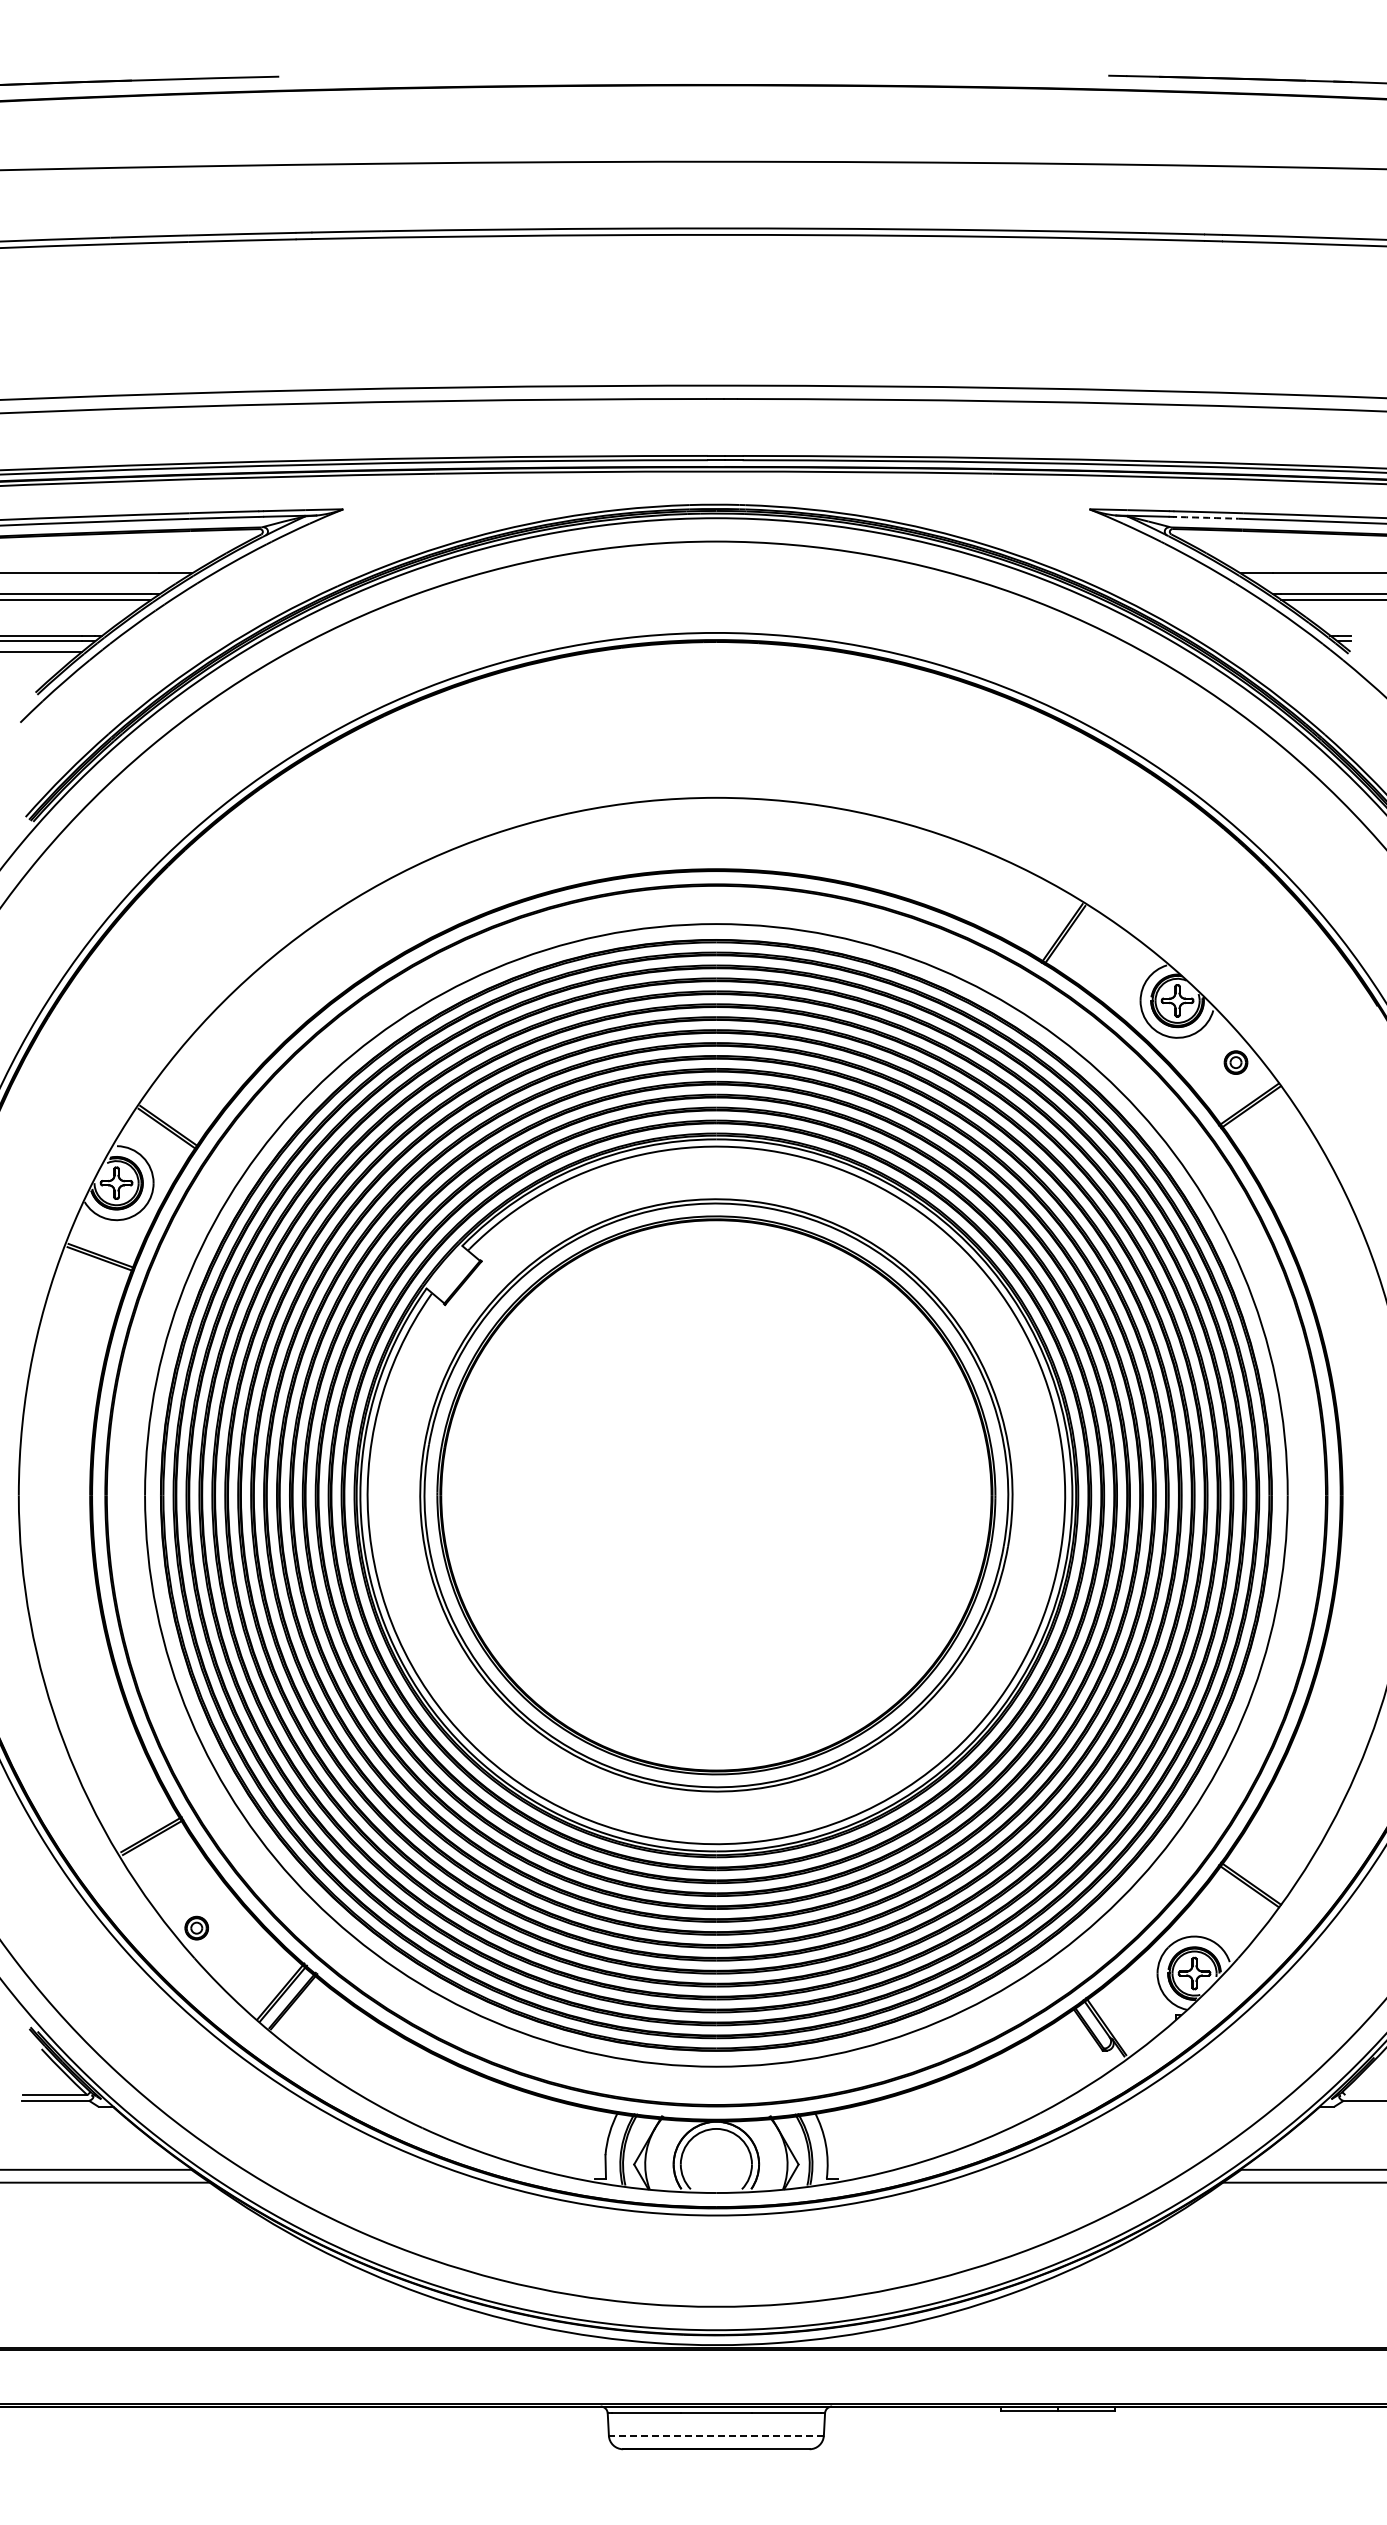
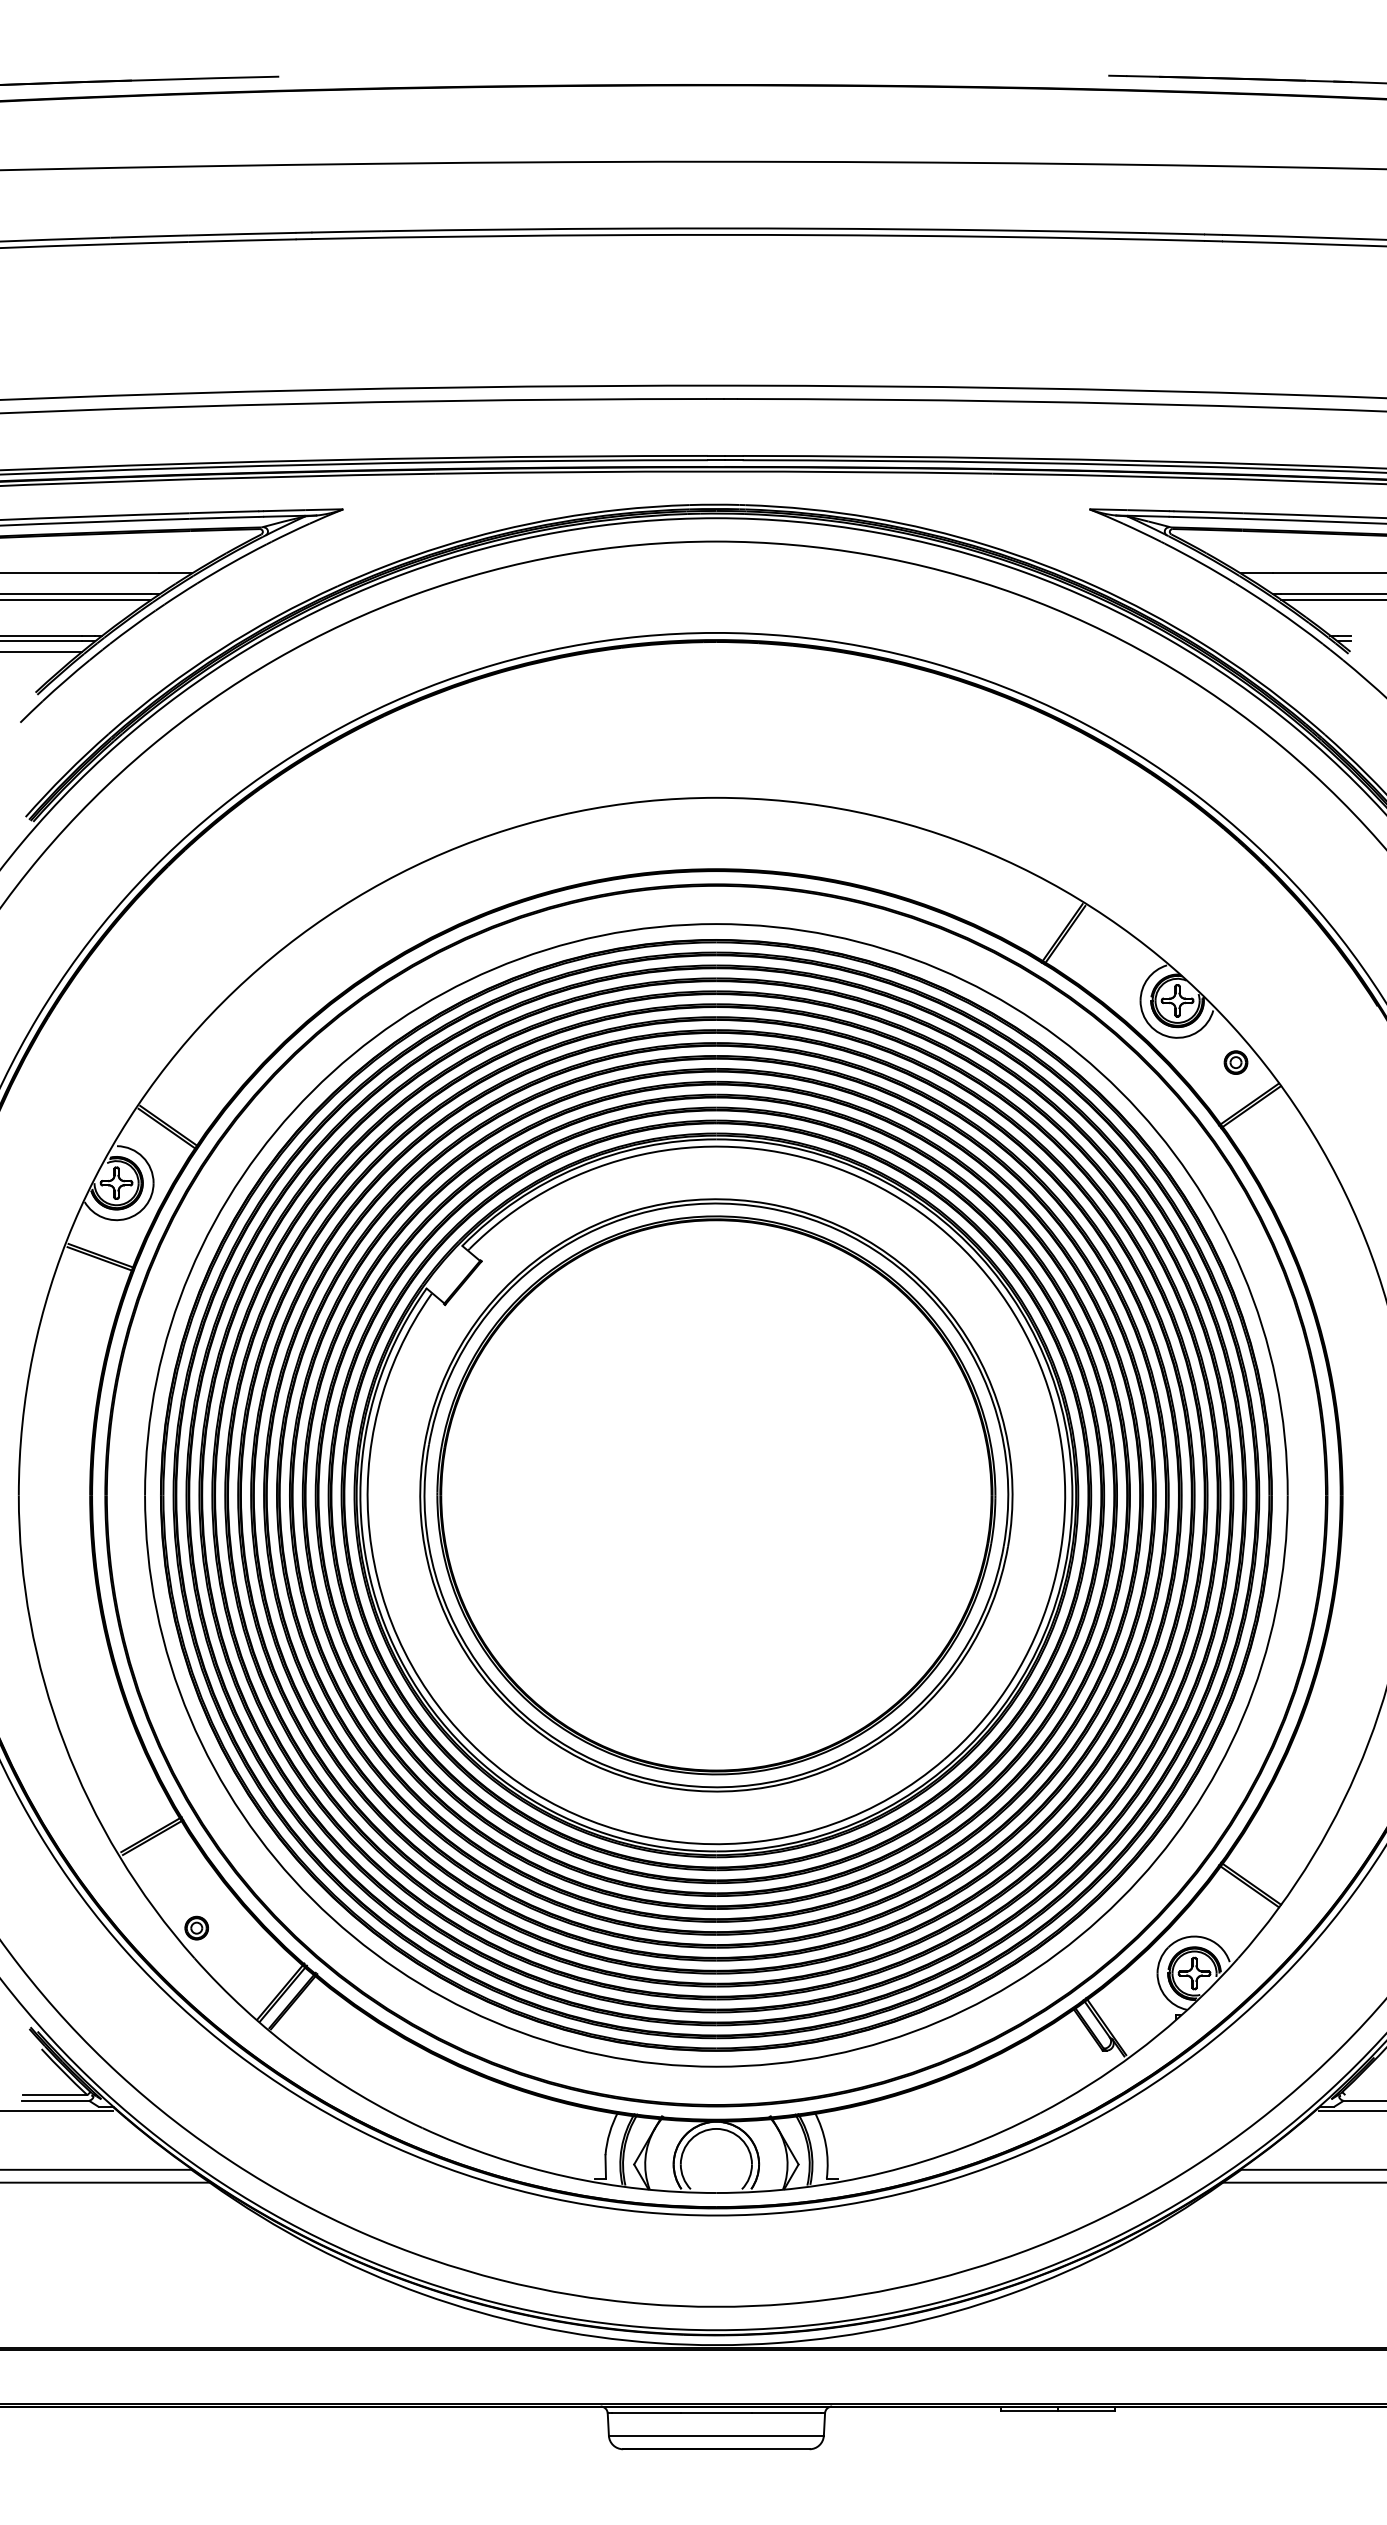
arc at (1208, 517): dashed -> solid
line at (57, 2111): none -> present
line at (1351, 2111): none -> present
line at (715, 2435): dashed -> solid
